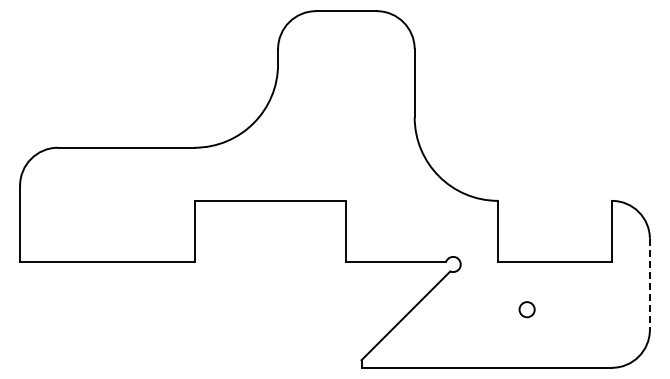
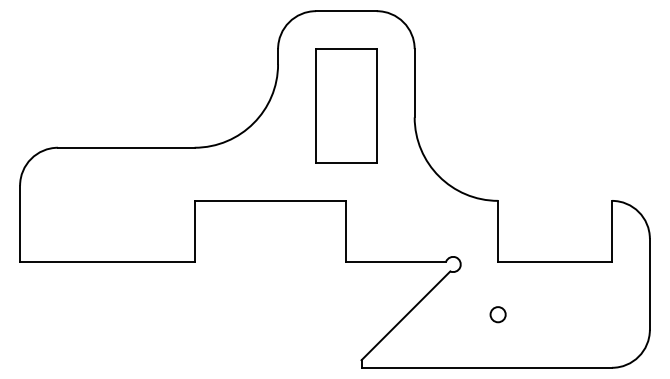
part at (346, 105): none -> present
line at (649, 284): dashed -> solid
circle at (526, 309) position: (526, 309) -> (497, 314)
